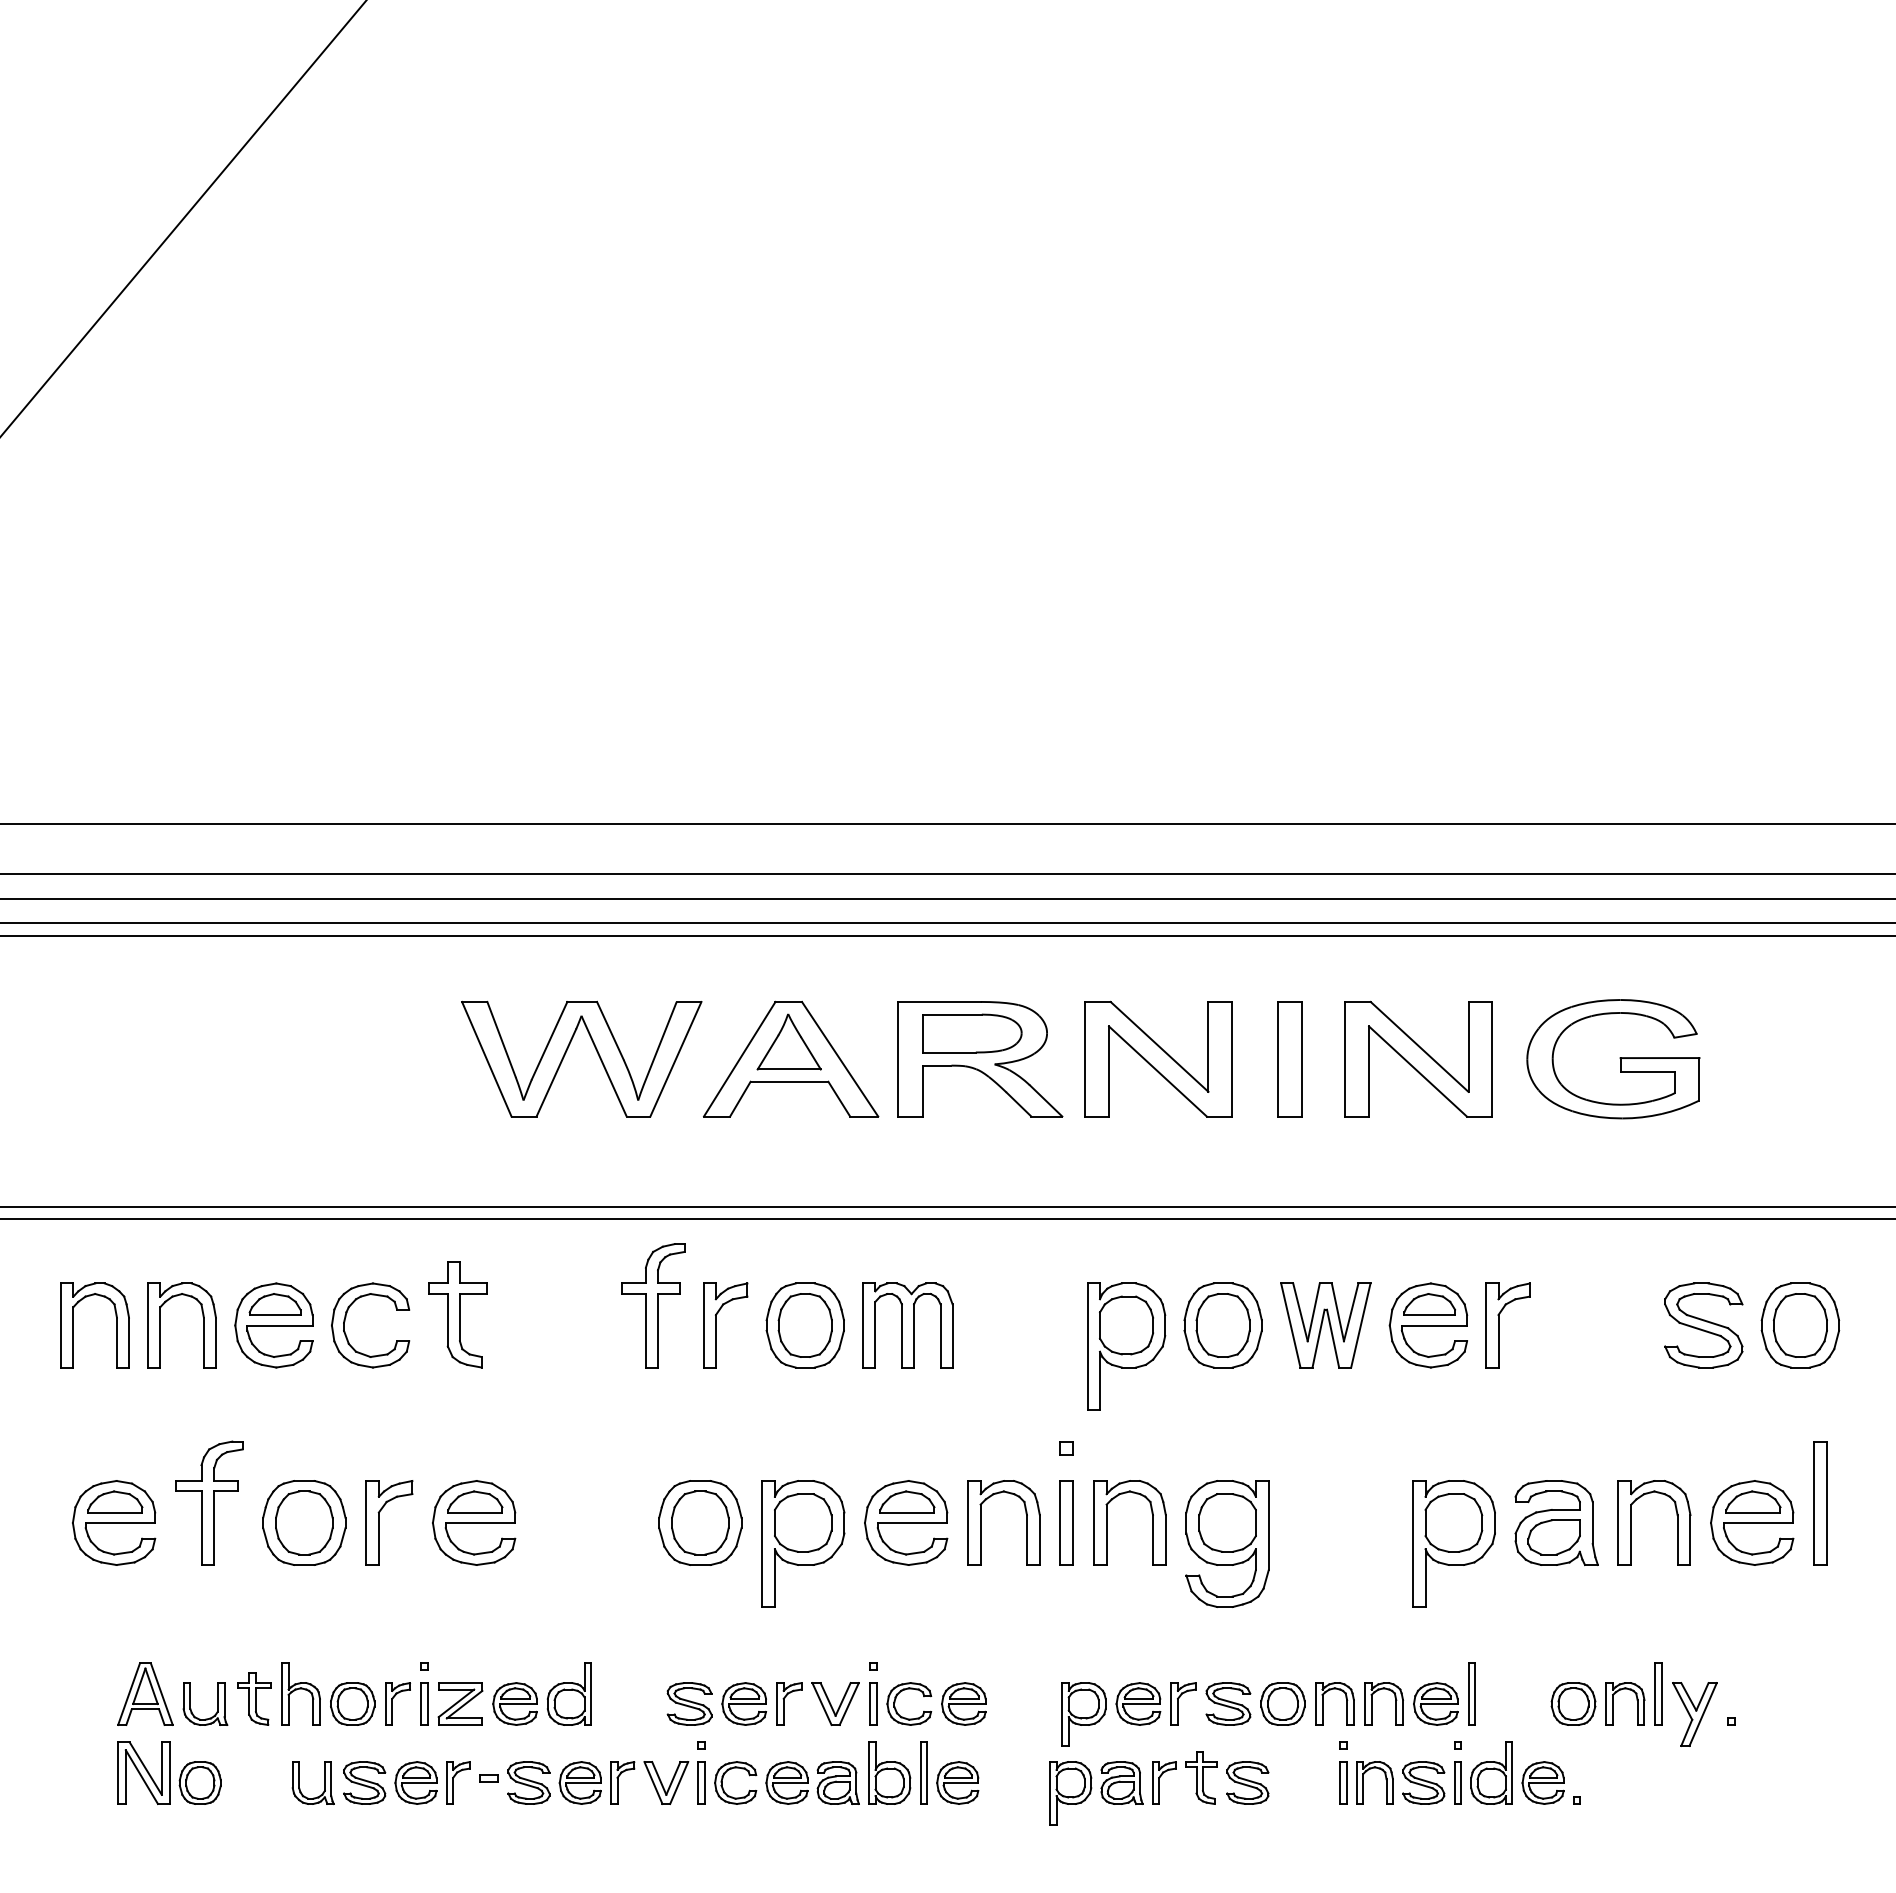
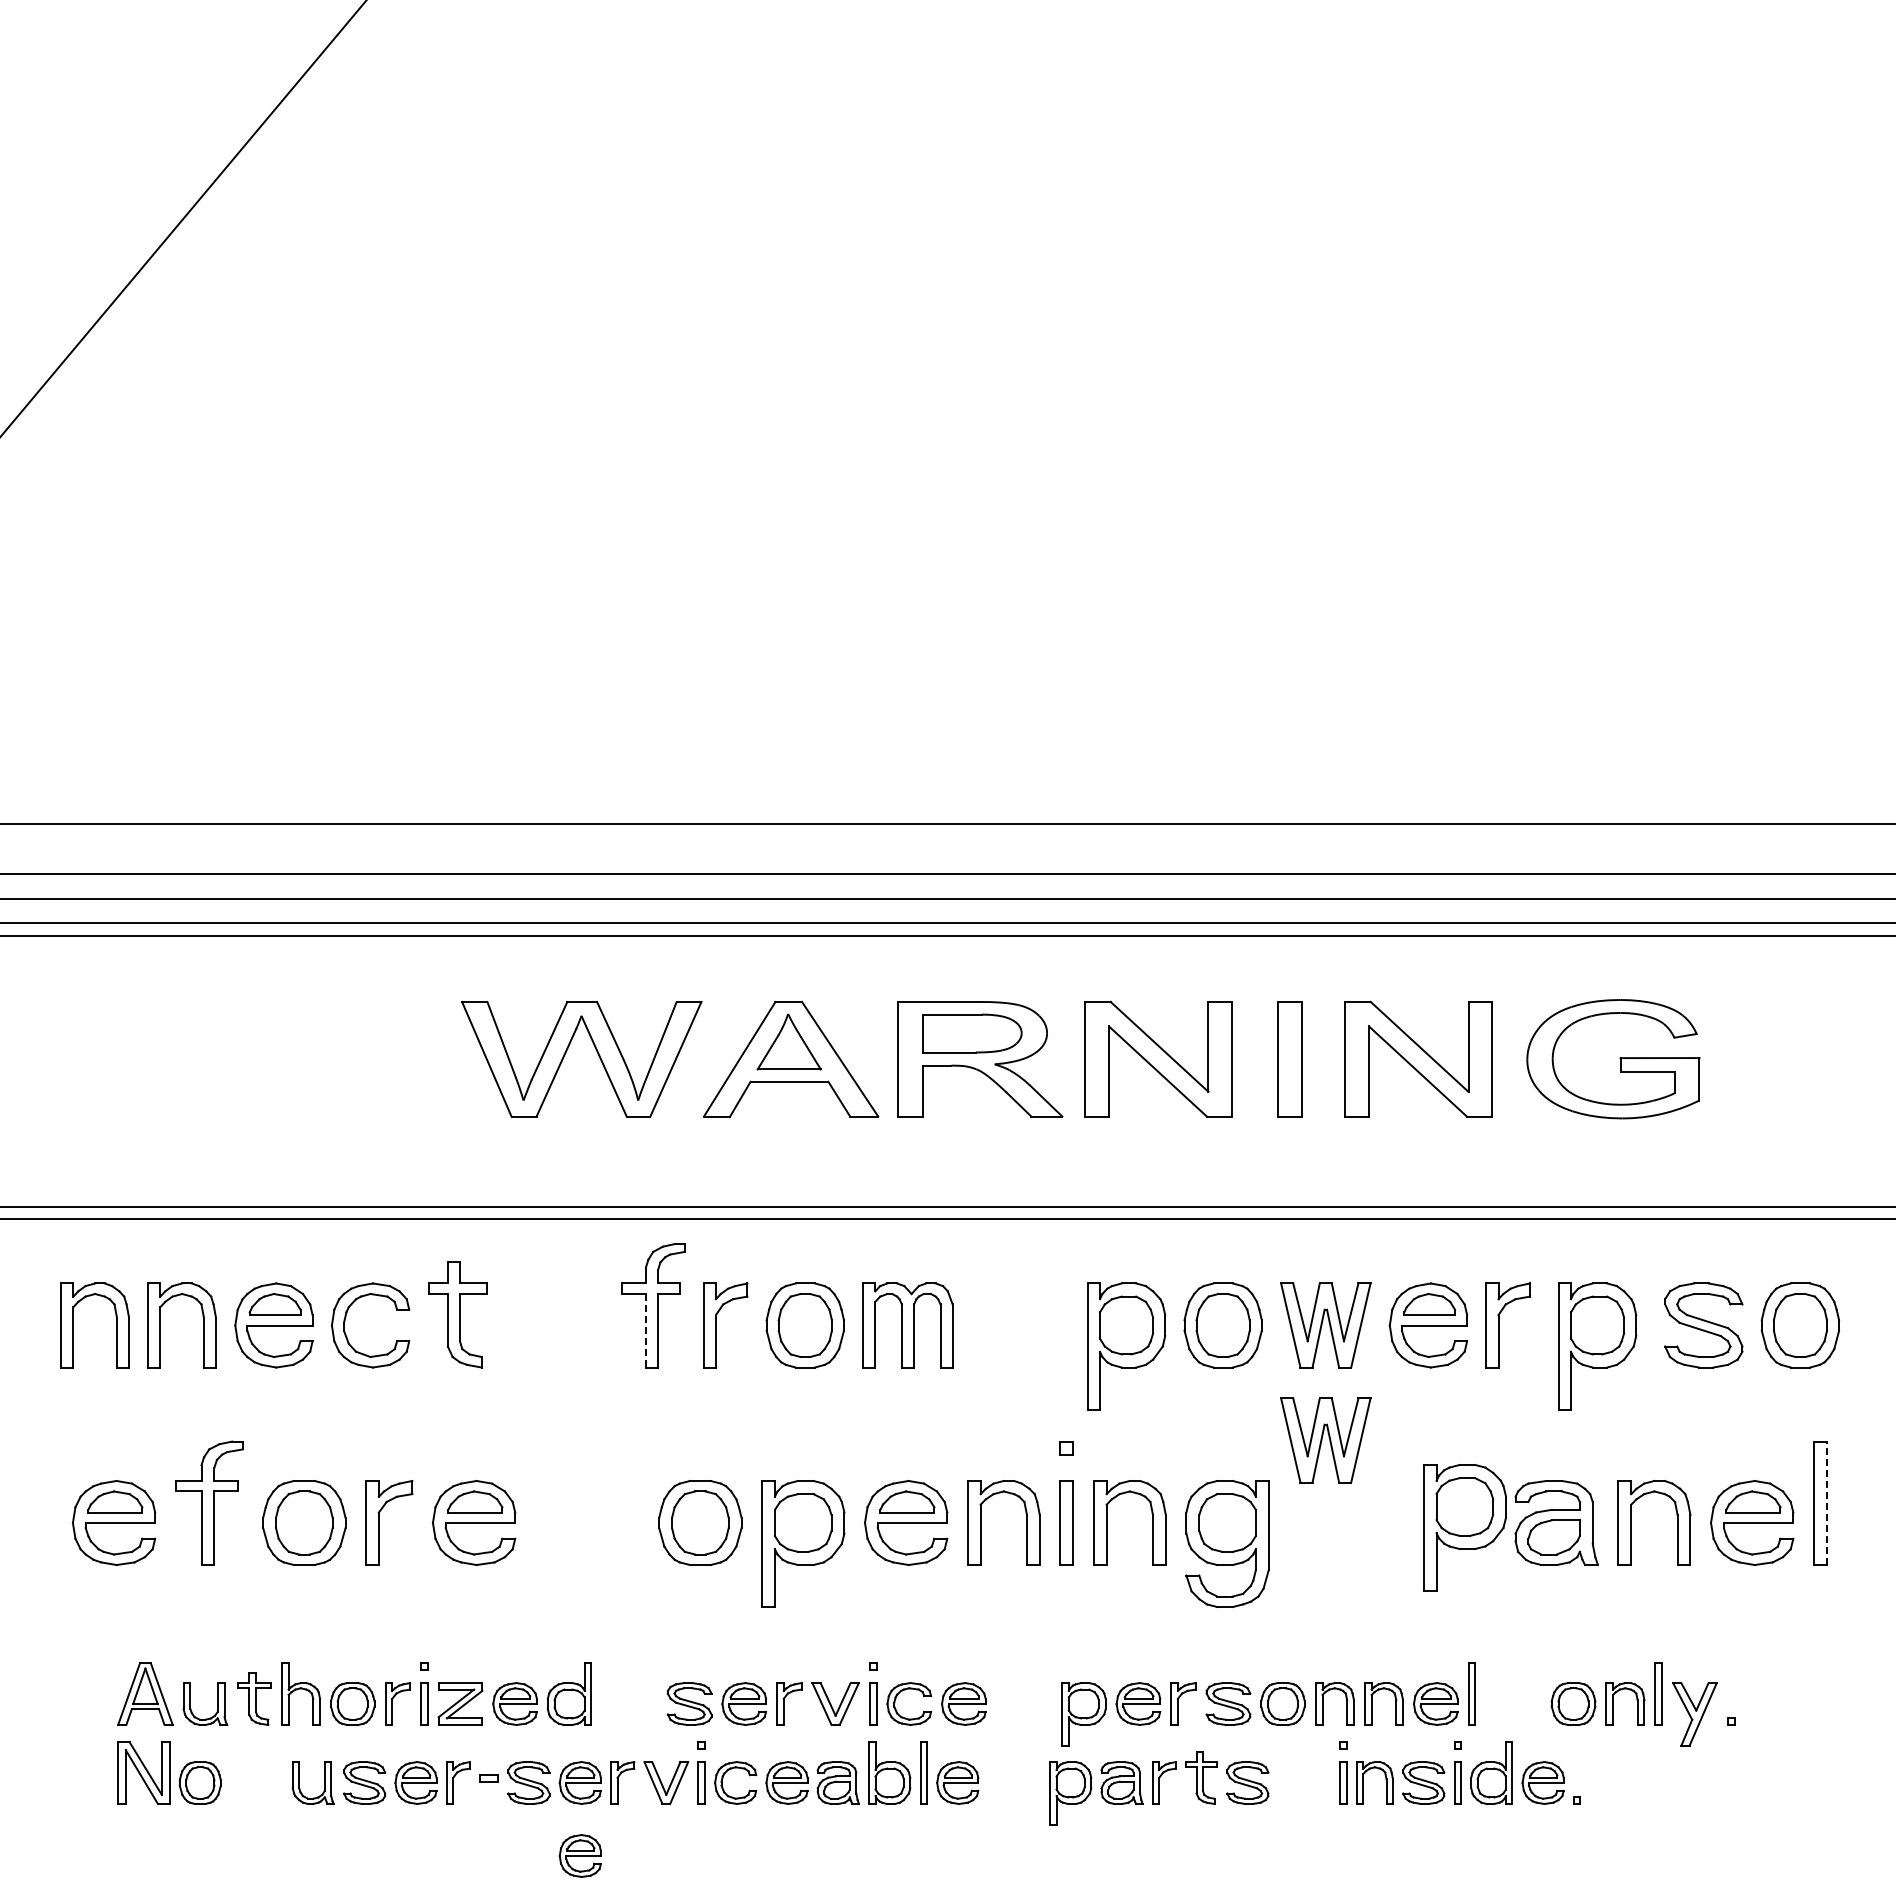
line at (645, 1330): solid -> dashed
part at (1597, 1346): none -> present
part at (1325, 1440): none -> present
line at (1826, 1503): solid -> dashed
part at (1453, 1543) position: (1453, 1543) -> (1464, 1527)
part at (579, 1855): none -> present
